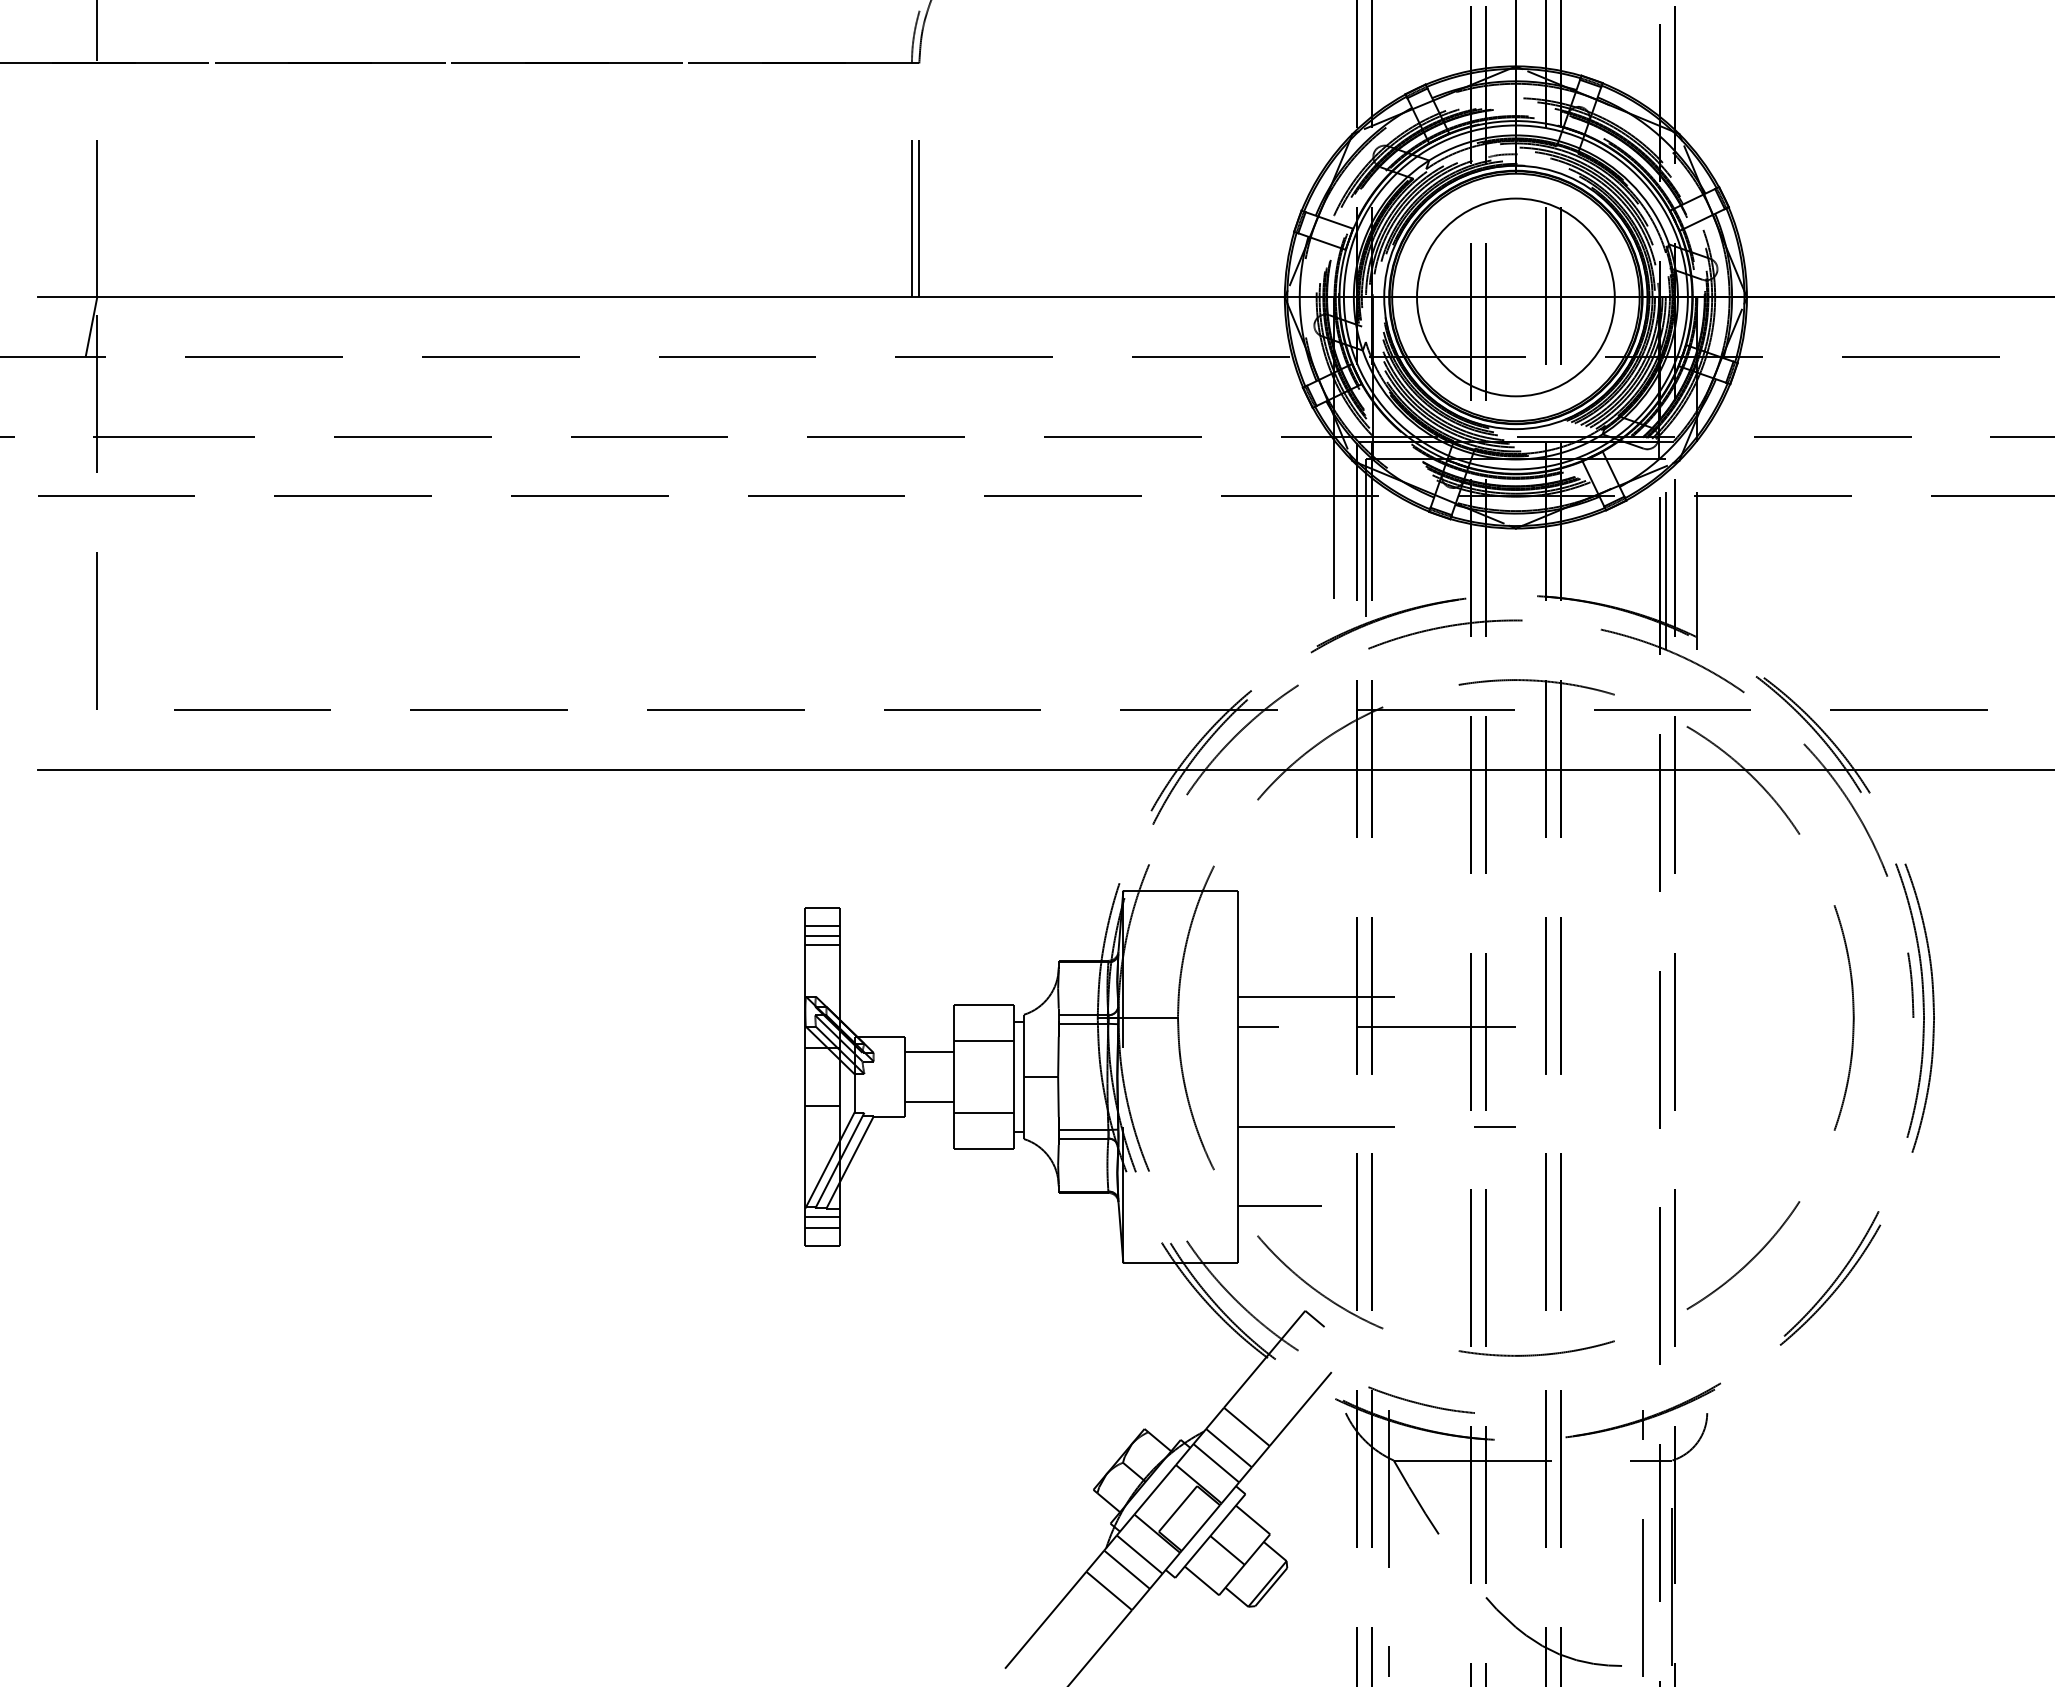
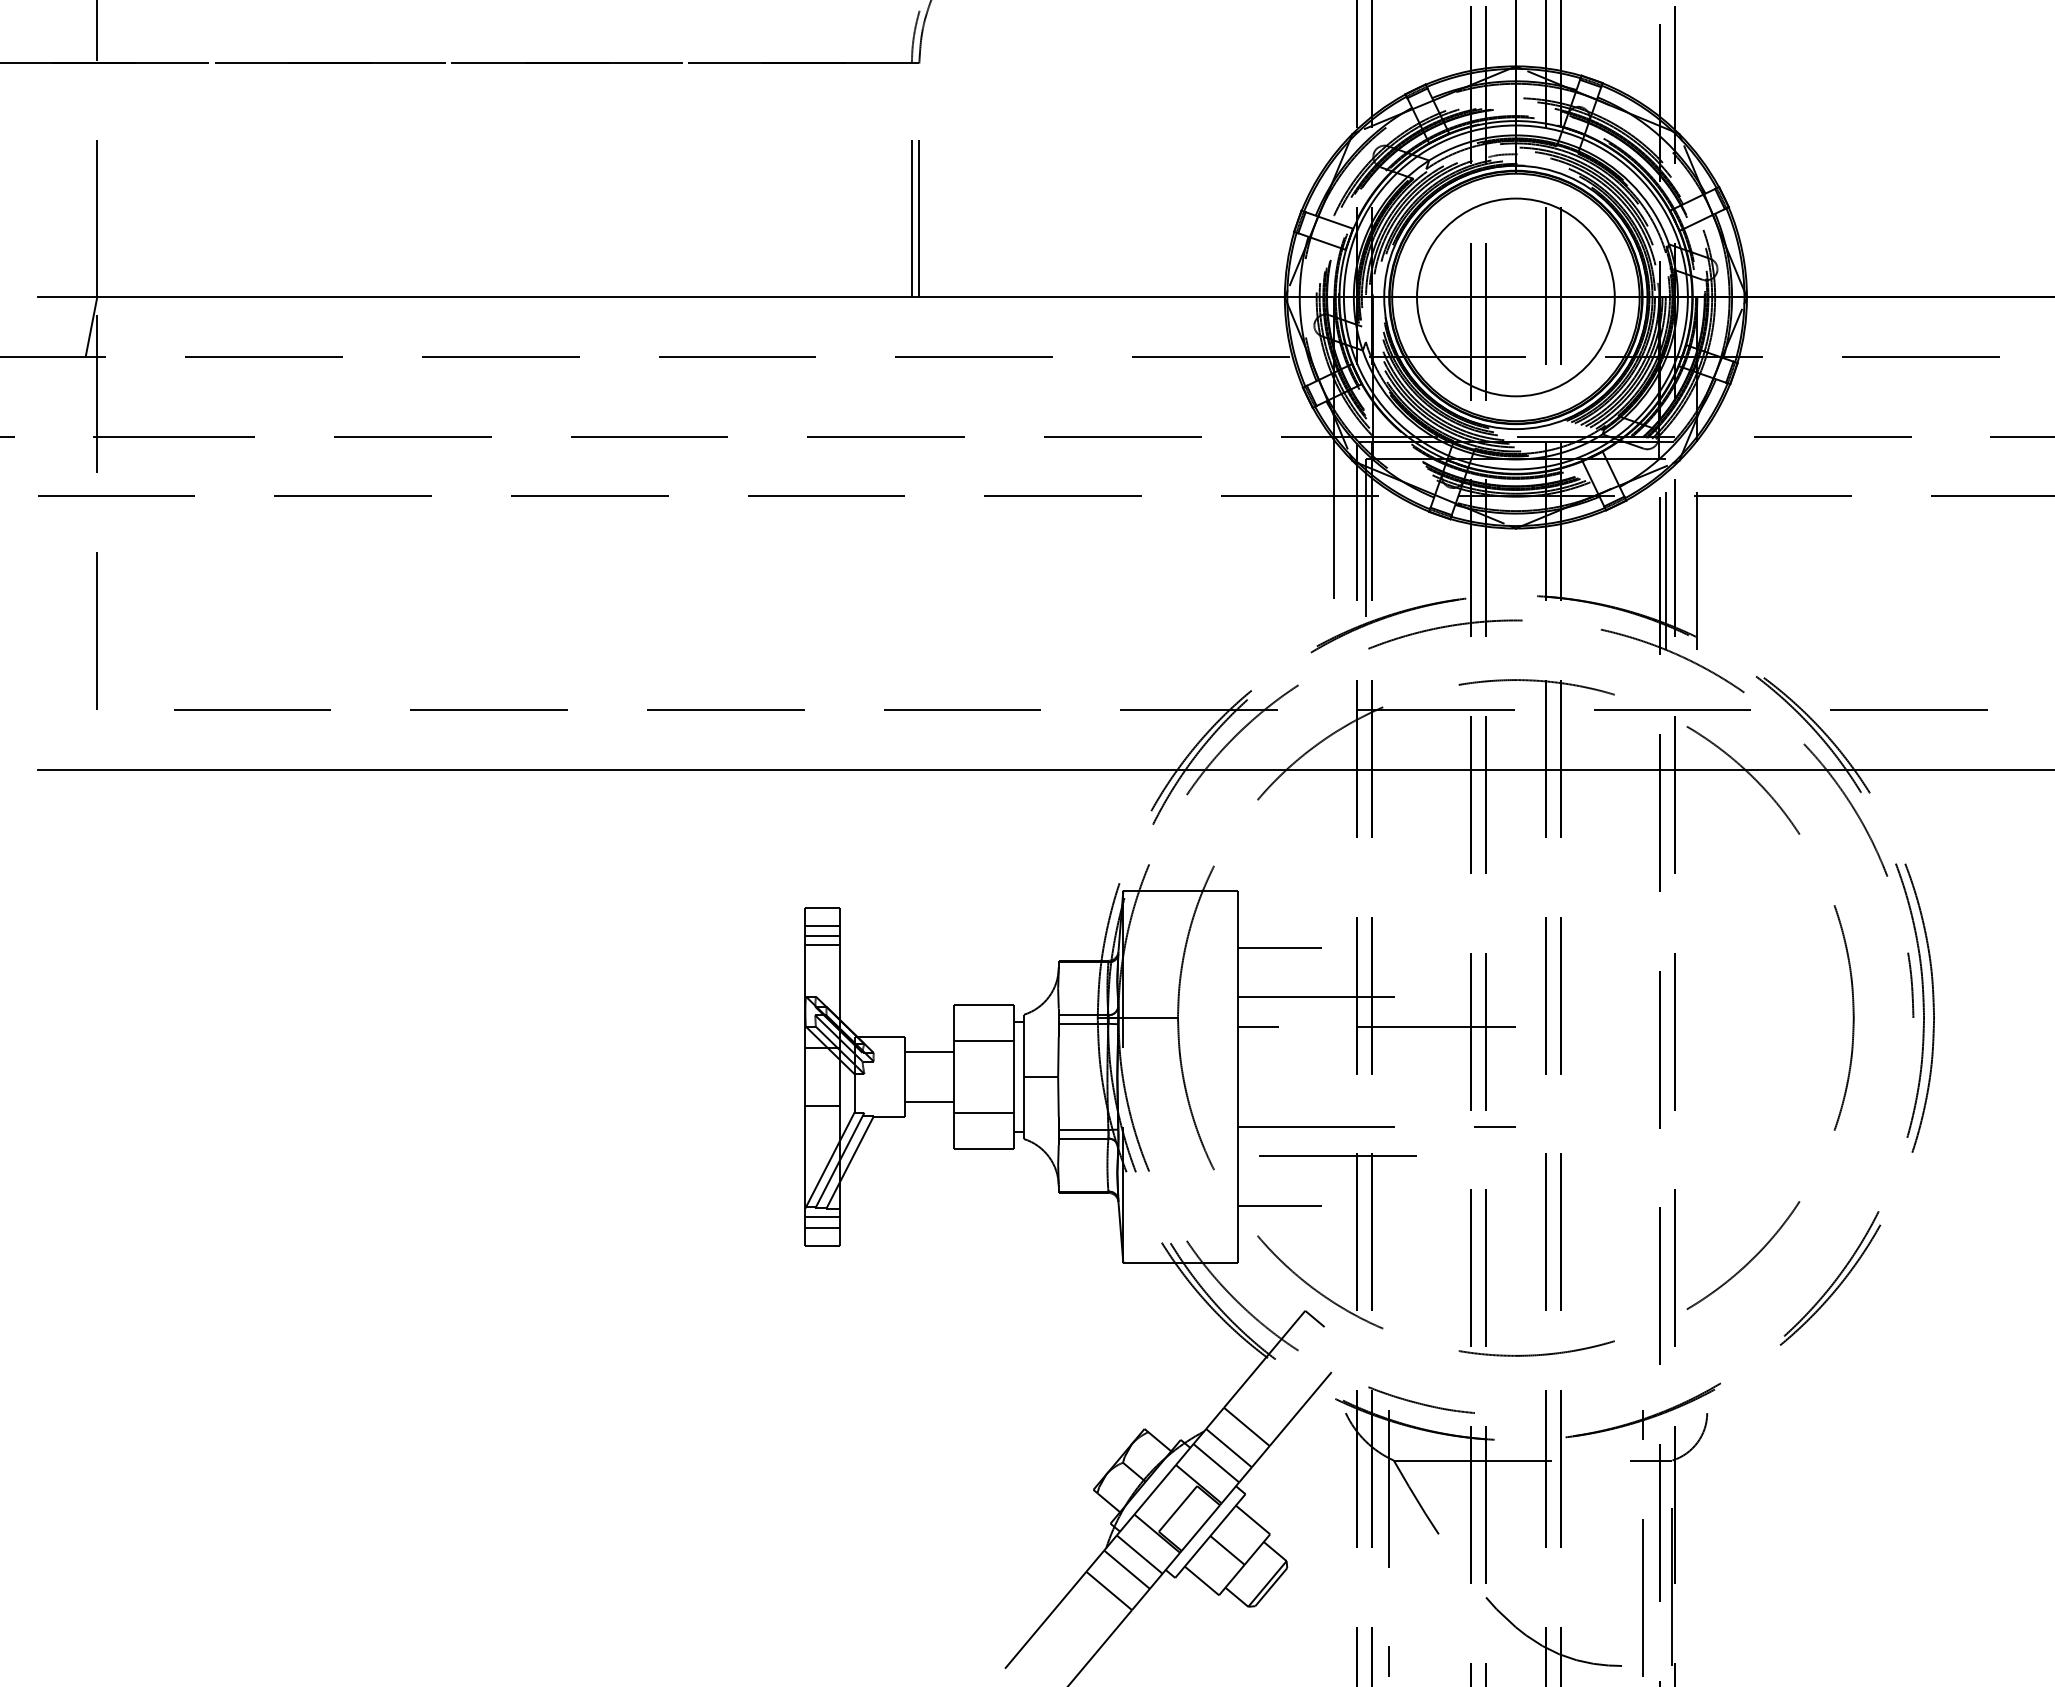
line at (1279, 947): none -> present
line at (1327, 1156): none -> present
